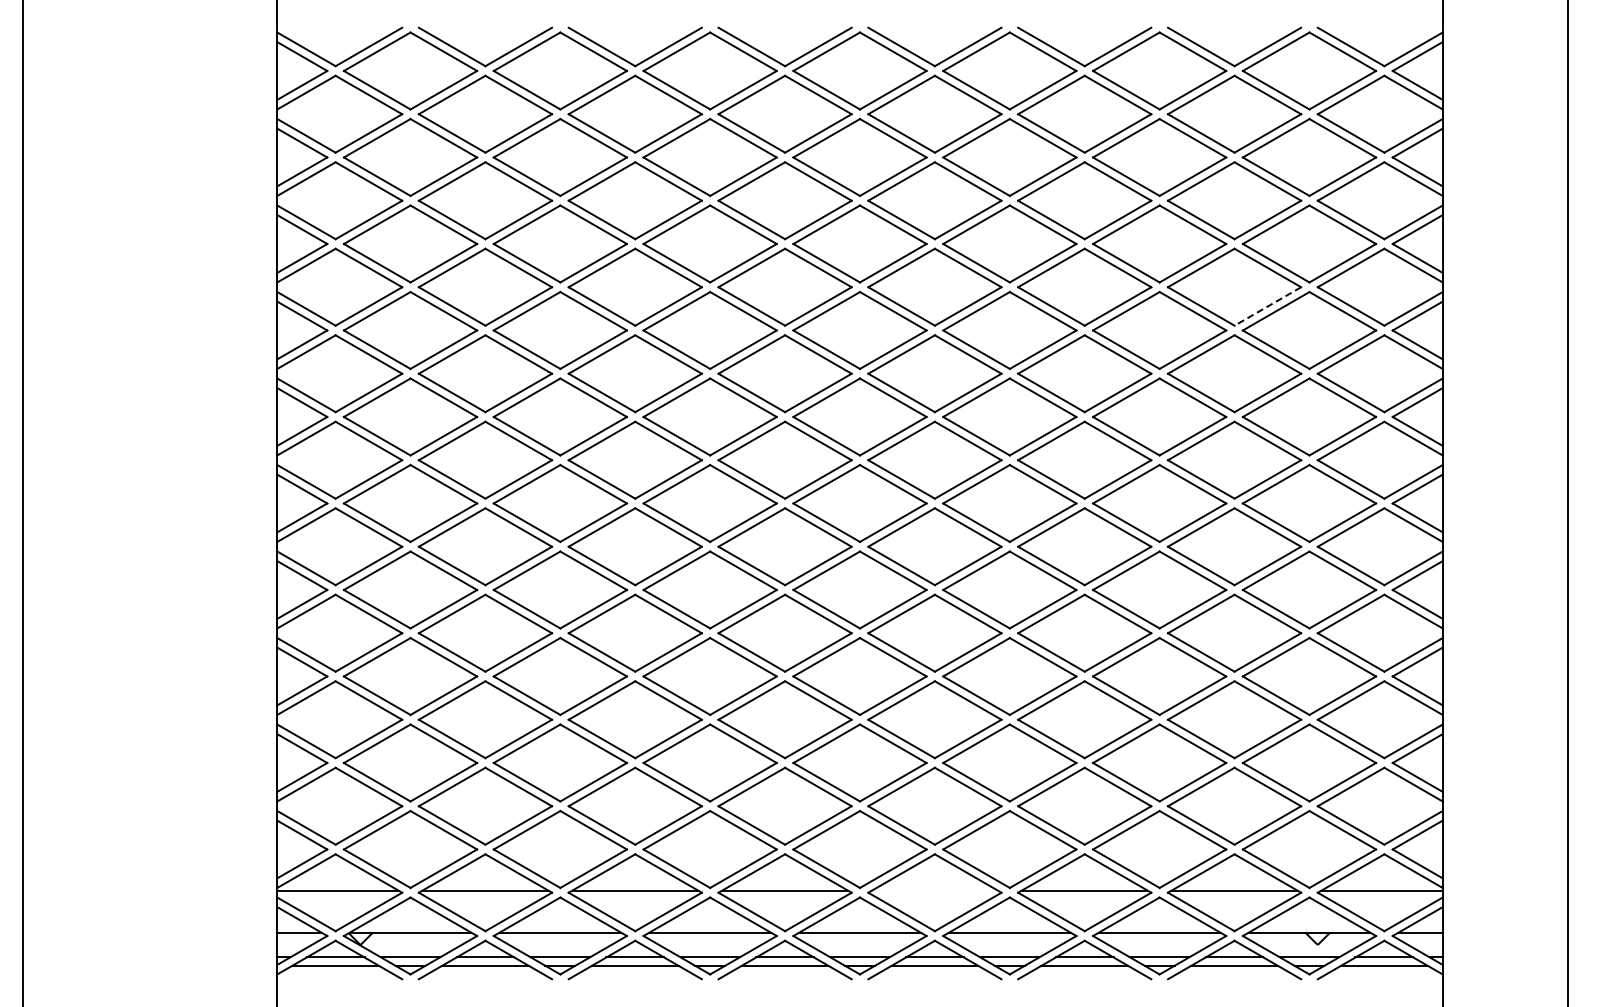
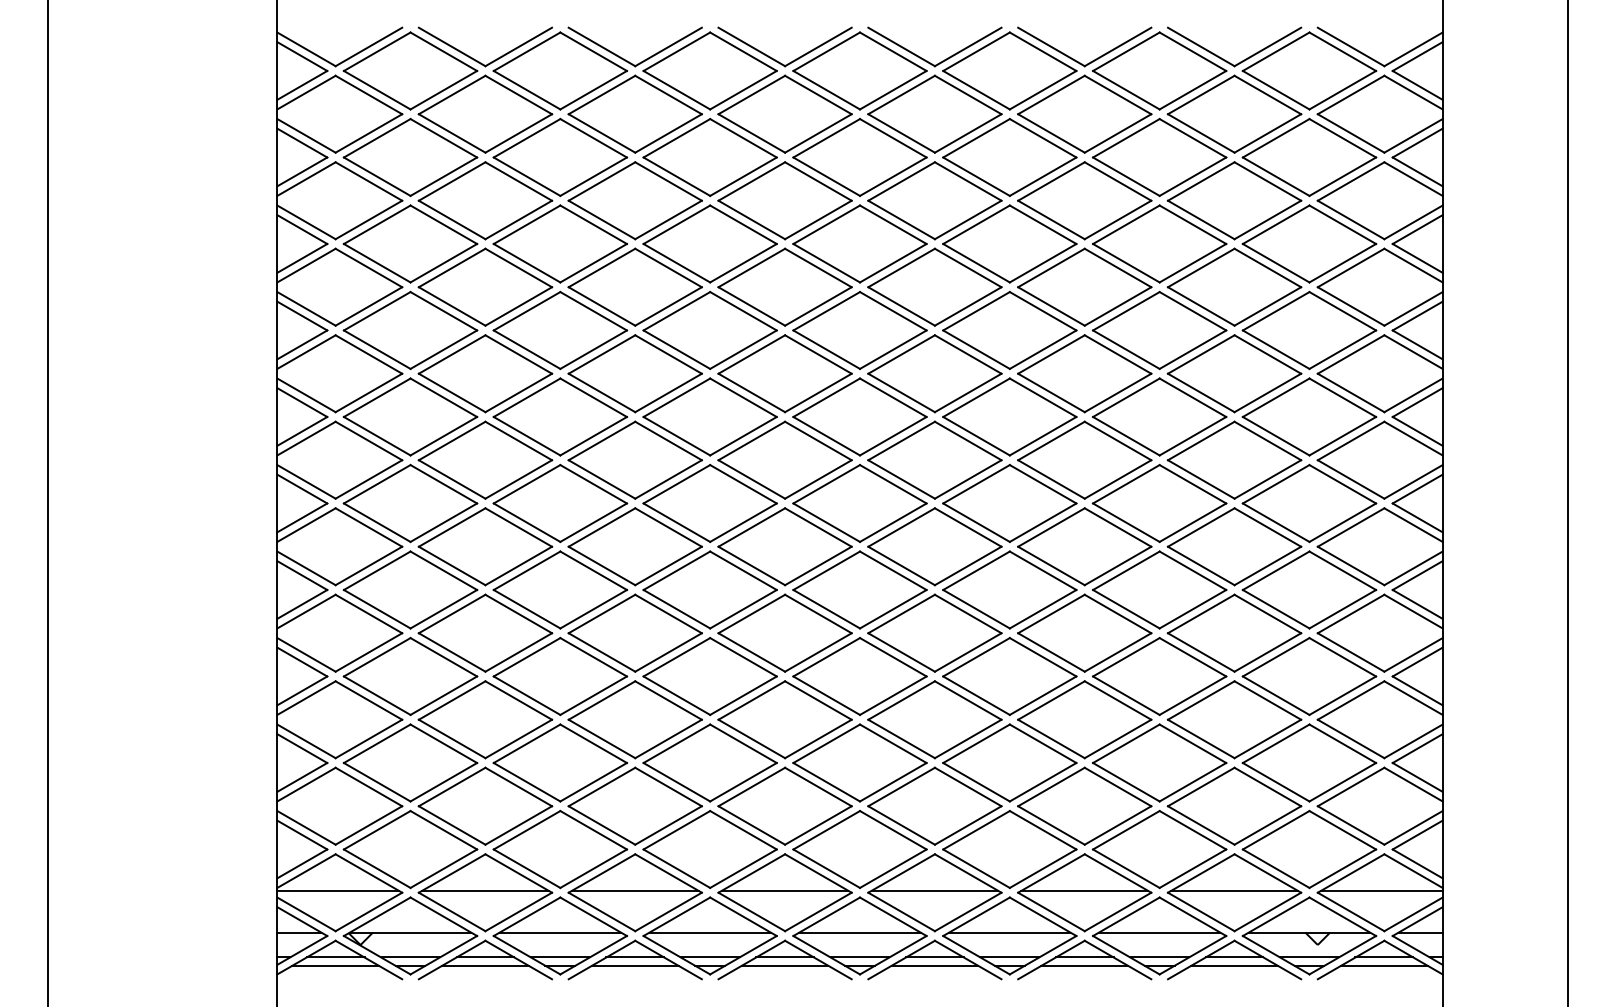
line at (1267, 306): dashed -> solid
line at (23, 502) position: (23, 502) -> (48, 502)
line at (934, 890): none -> present
